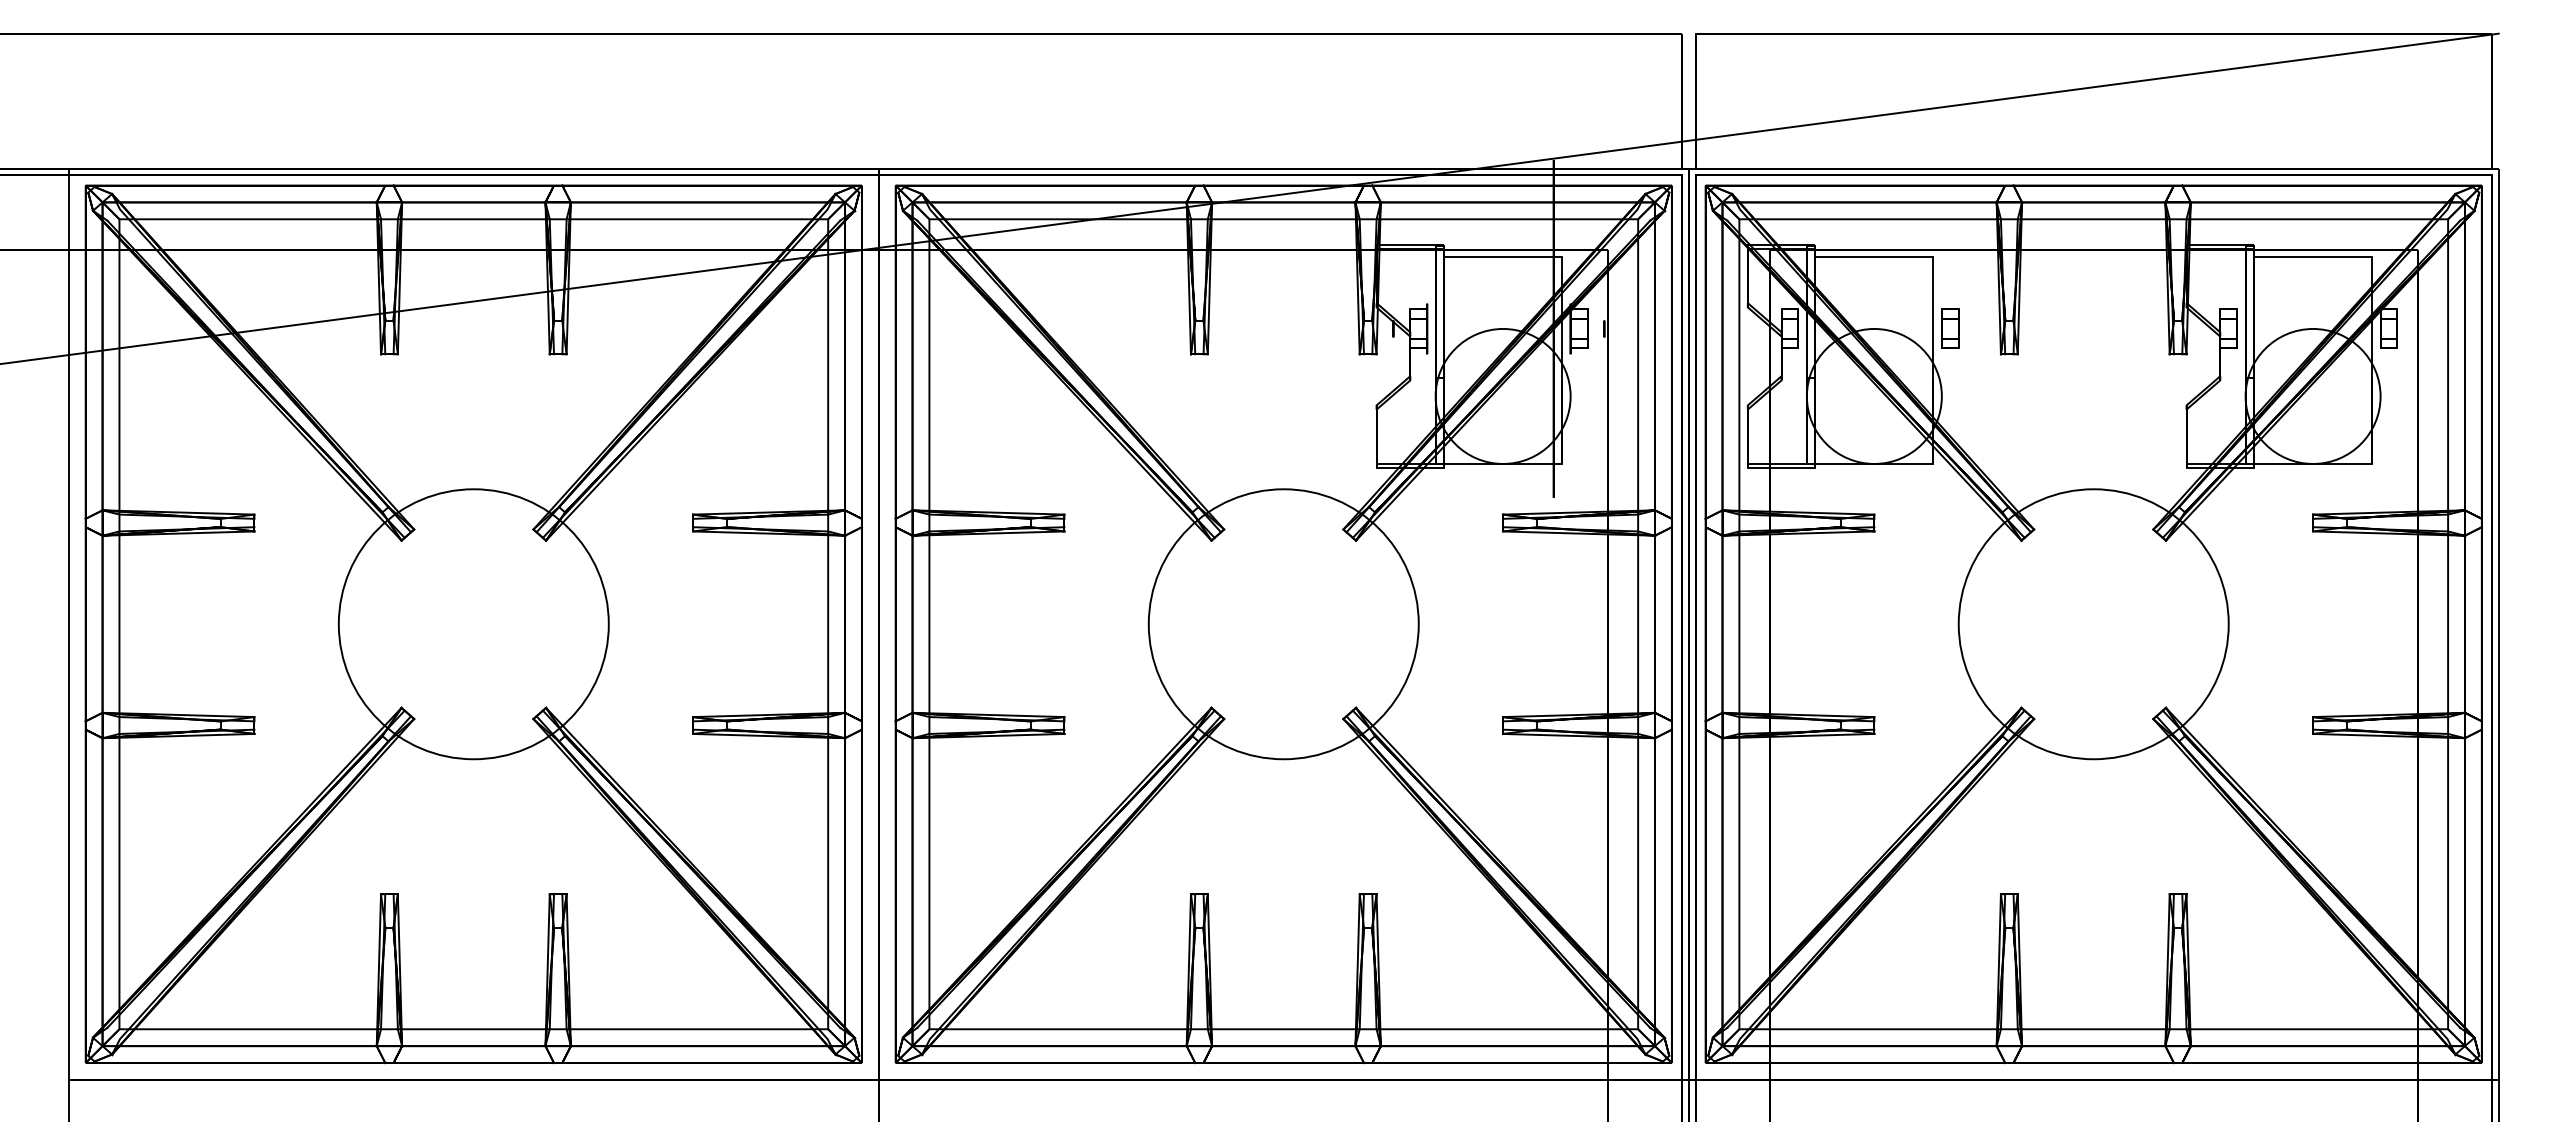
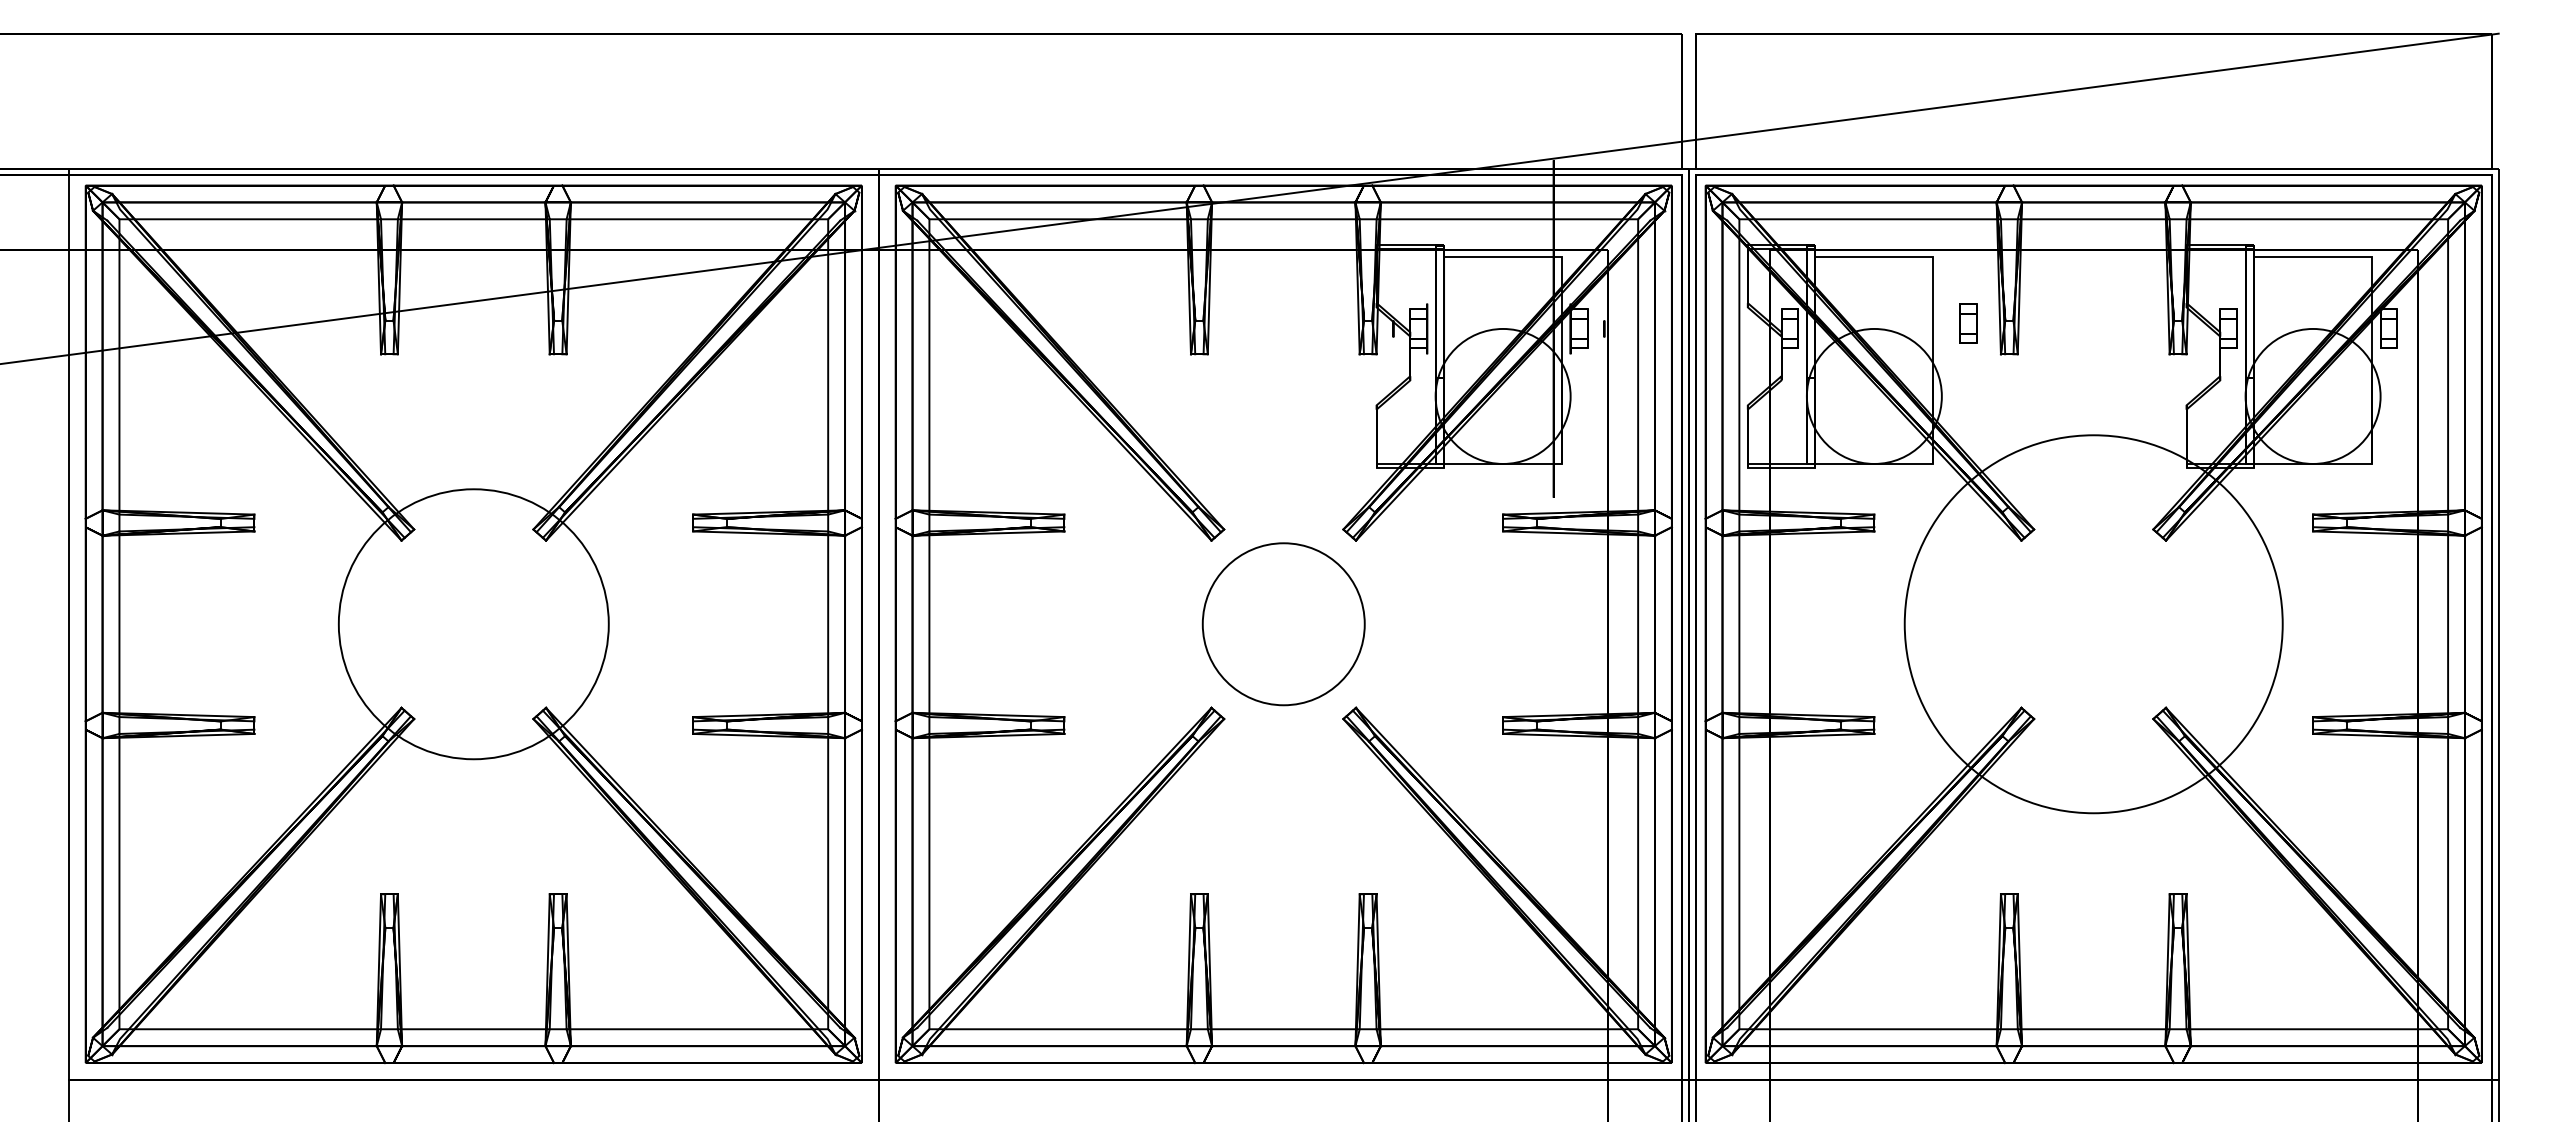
part at (1950, 328) position: (1950, 328) -> (1968, 323)
circle at (1283, 624) diameter: 270 px -> 162 px
circle at (2093, 624) diameter: 270 px -> 378 px
